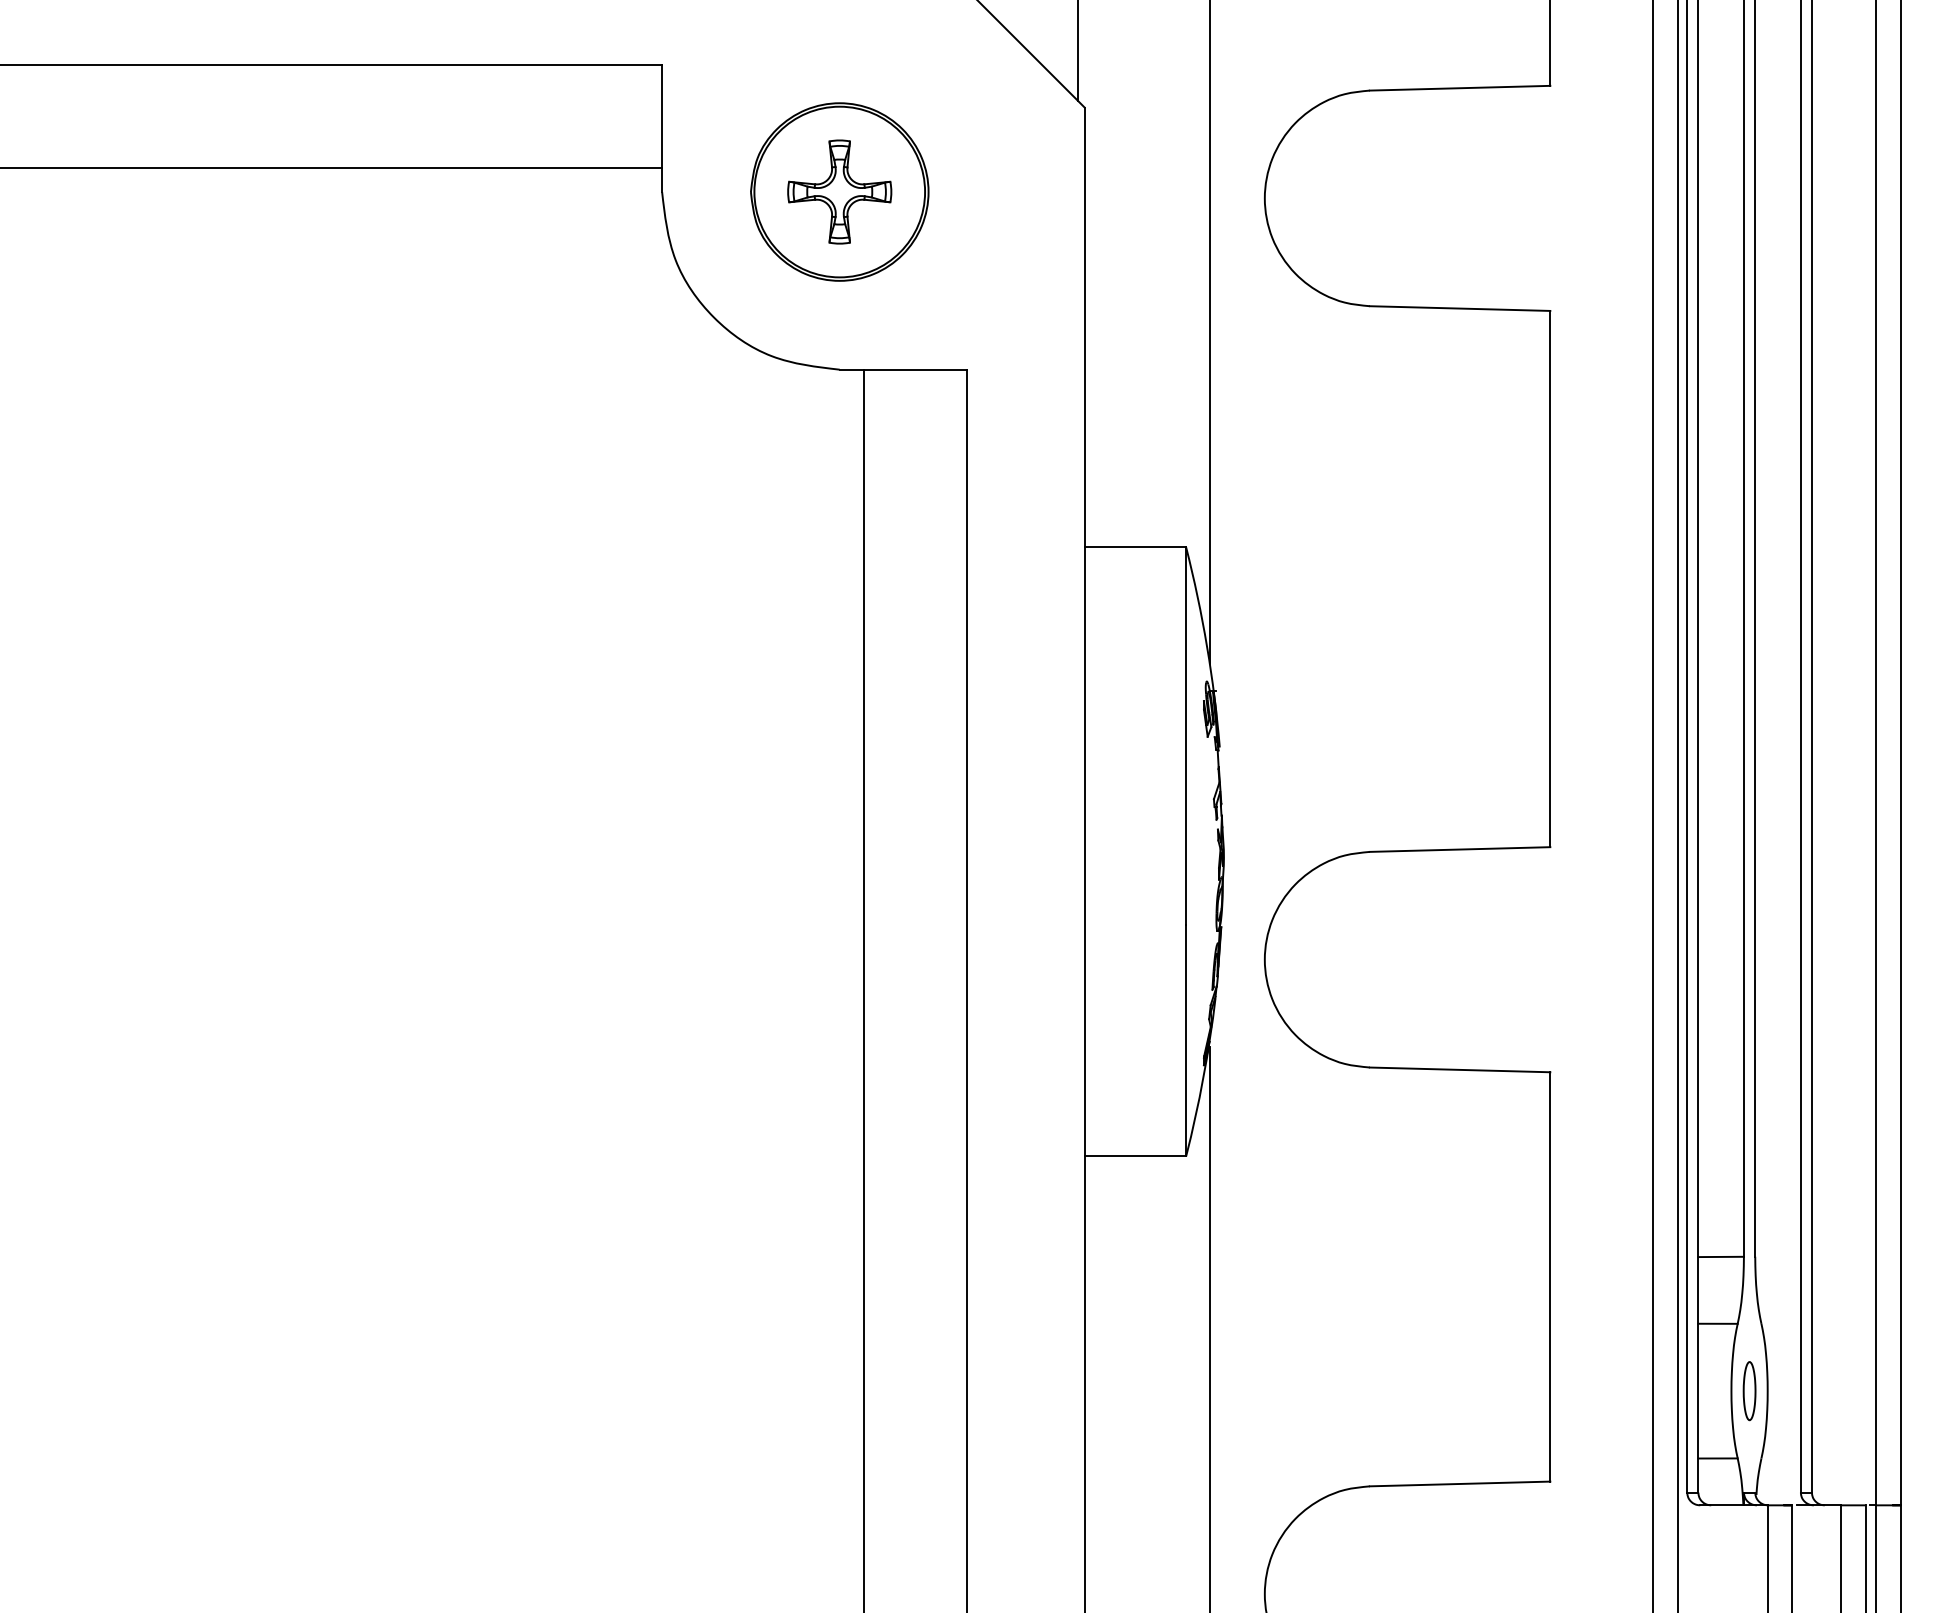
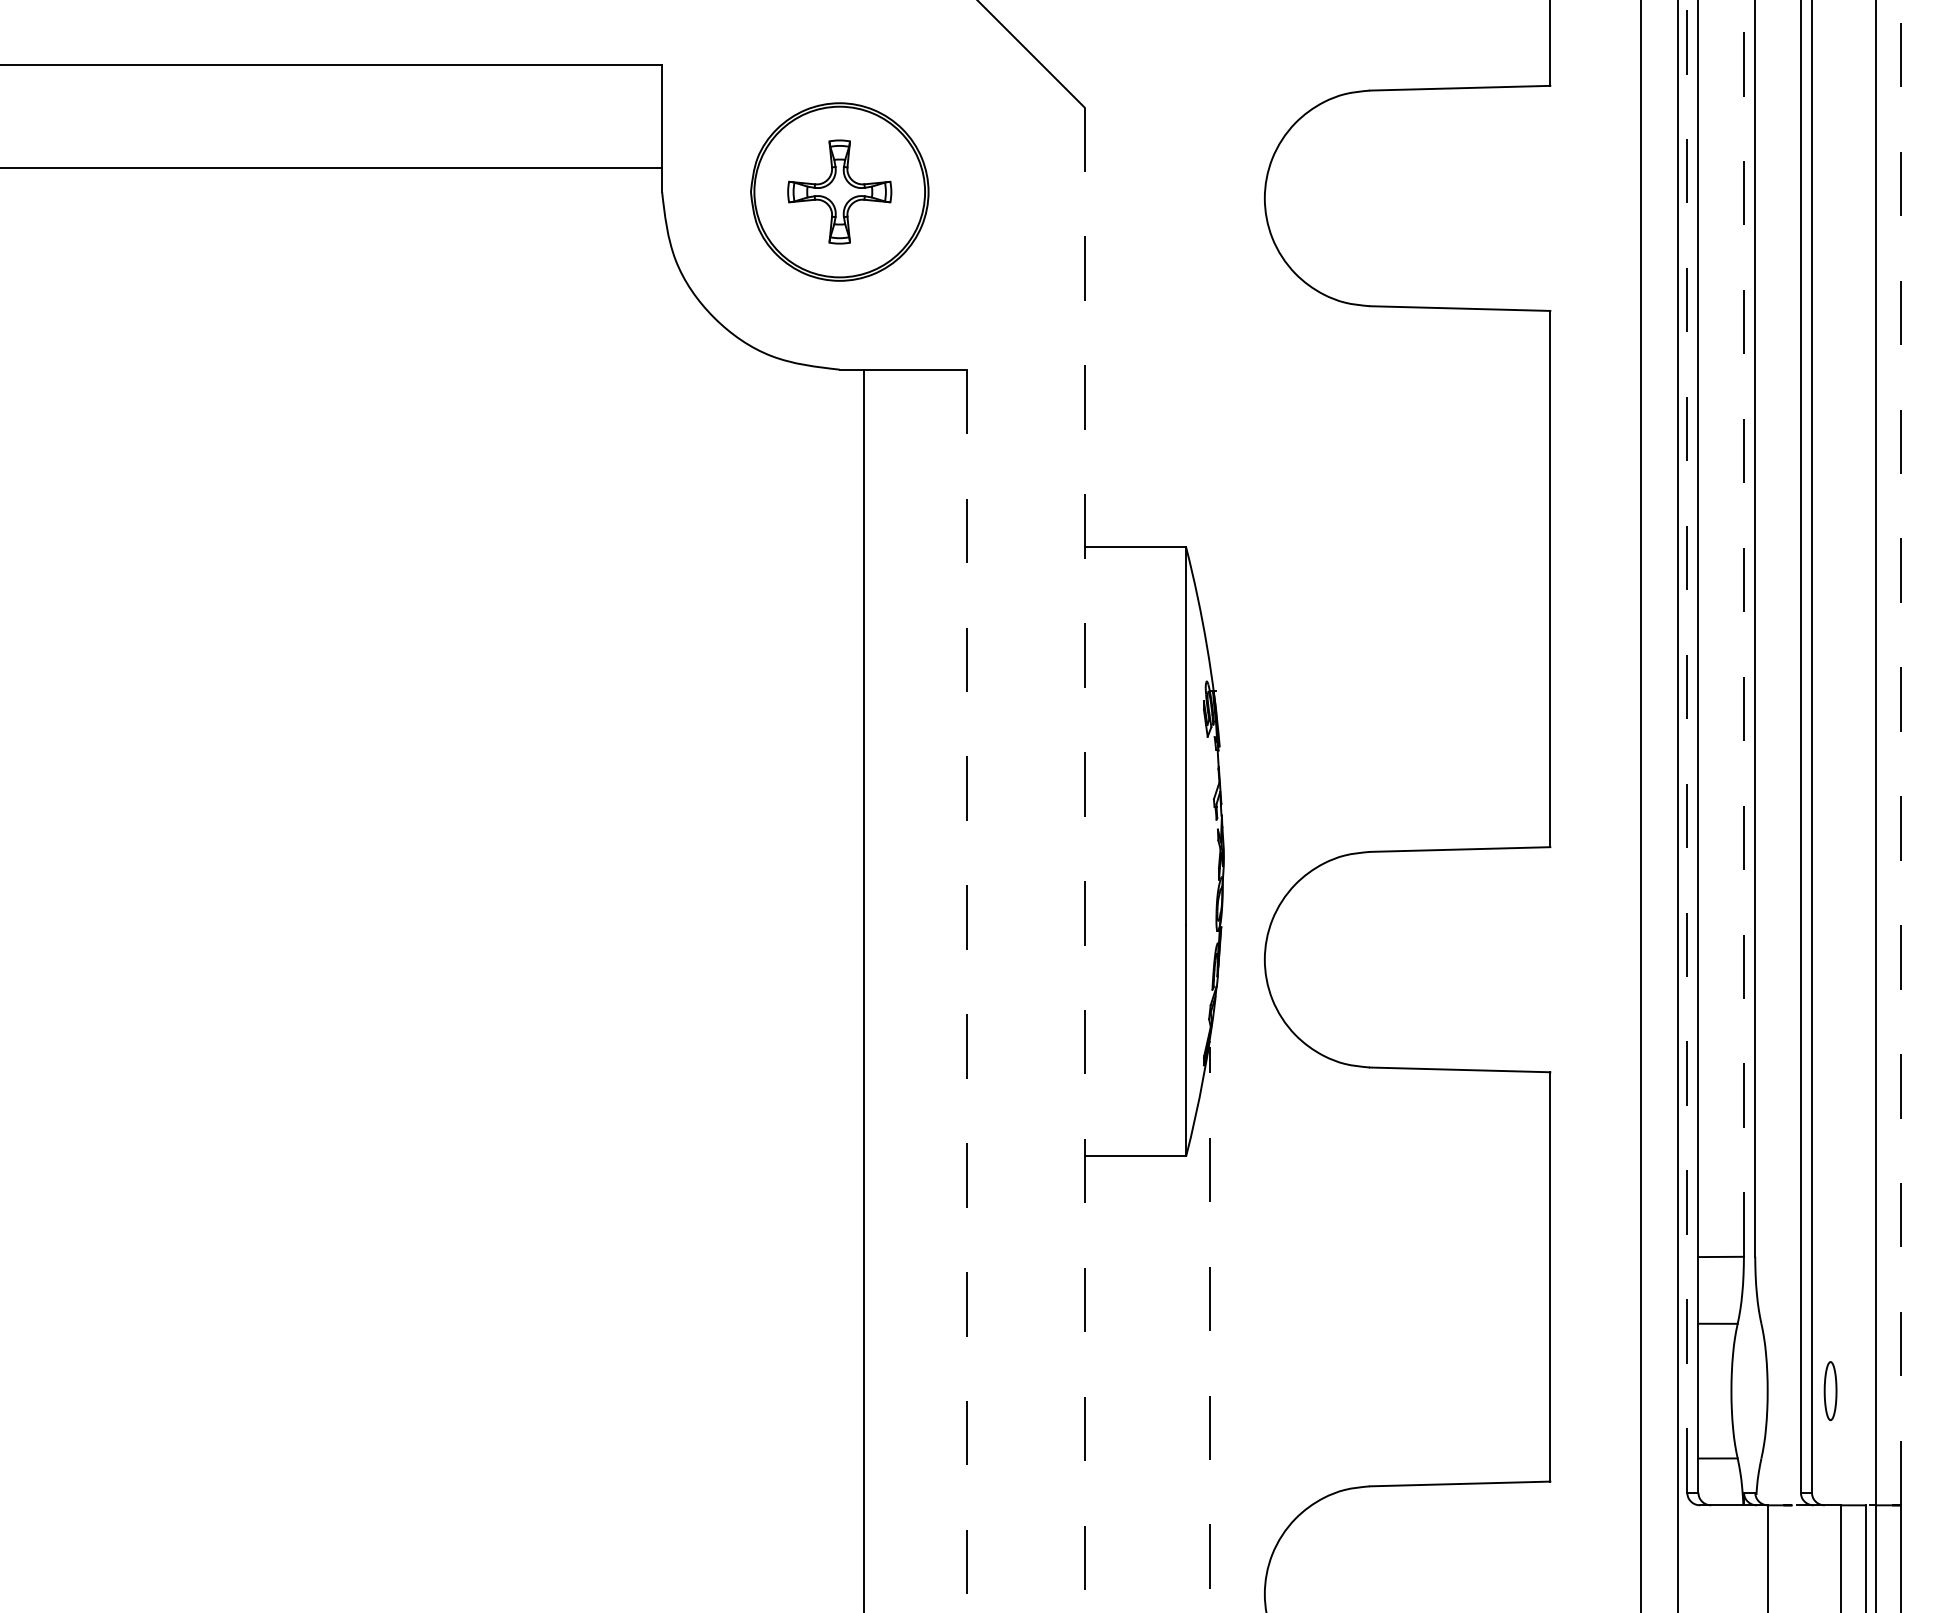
line at (1077, 51): present -> none
line at (1209, 332): present -> none
line at (1743, 628): solid -> dashed
line at (1687, 745): solid -> dashed
line at (1901, 752): solid -> dashed
line at (1652, 805) position: (1652, 805) -> (1640, 805)
line at (1084, 860): solid -> dashed
line at (966, 991): solid -> dashed
line at (1209, 1329): solid -> dashed
part at (1749, 1391) position: (1749, 1391) -> (1830, 1391)
line at (1792, 1557): present -> none
